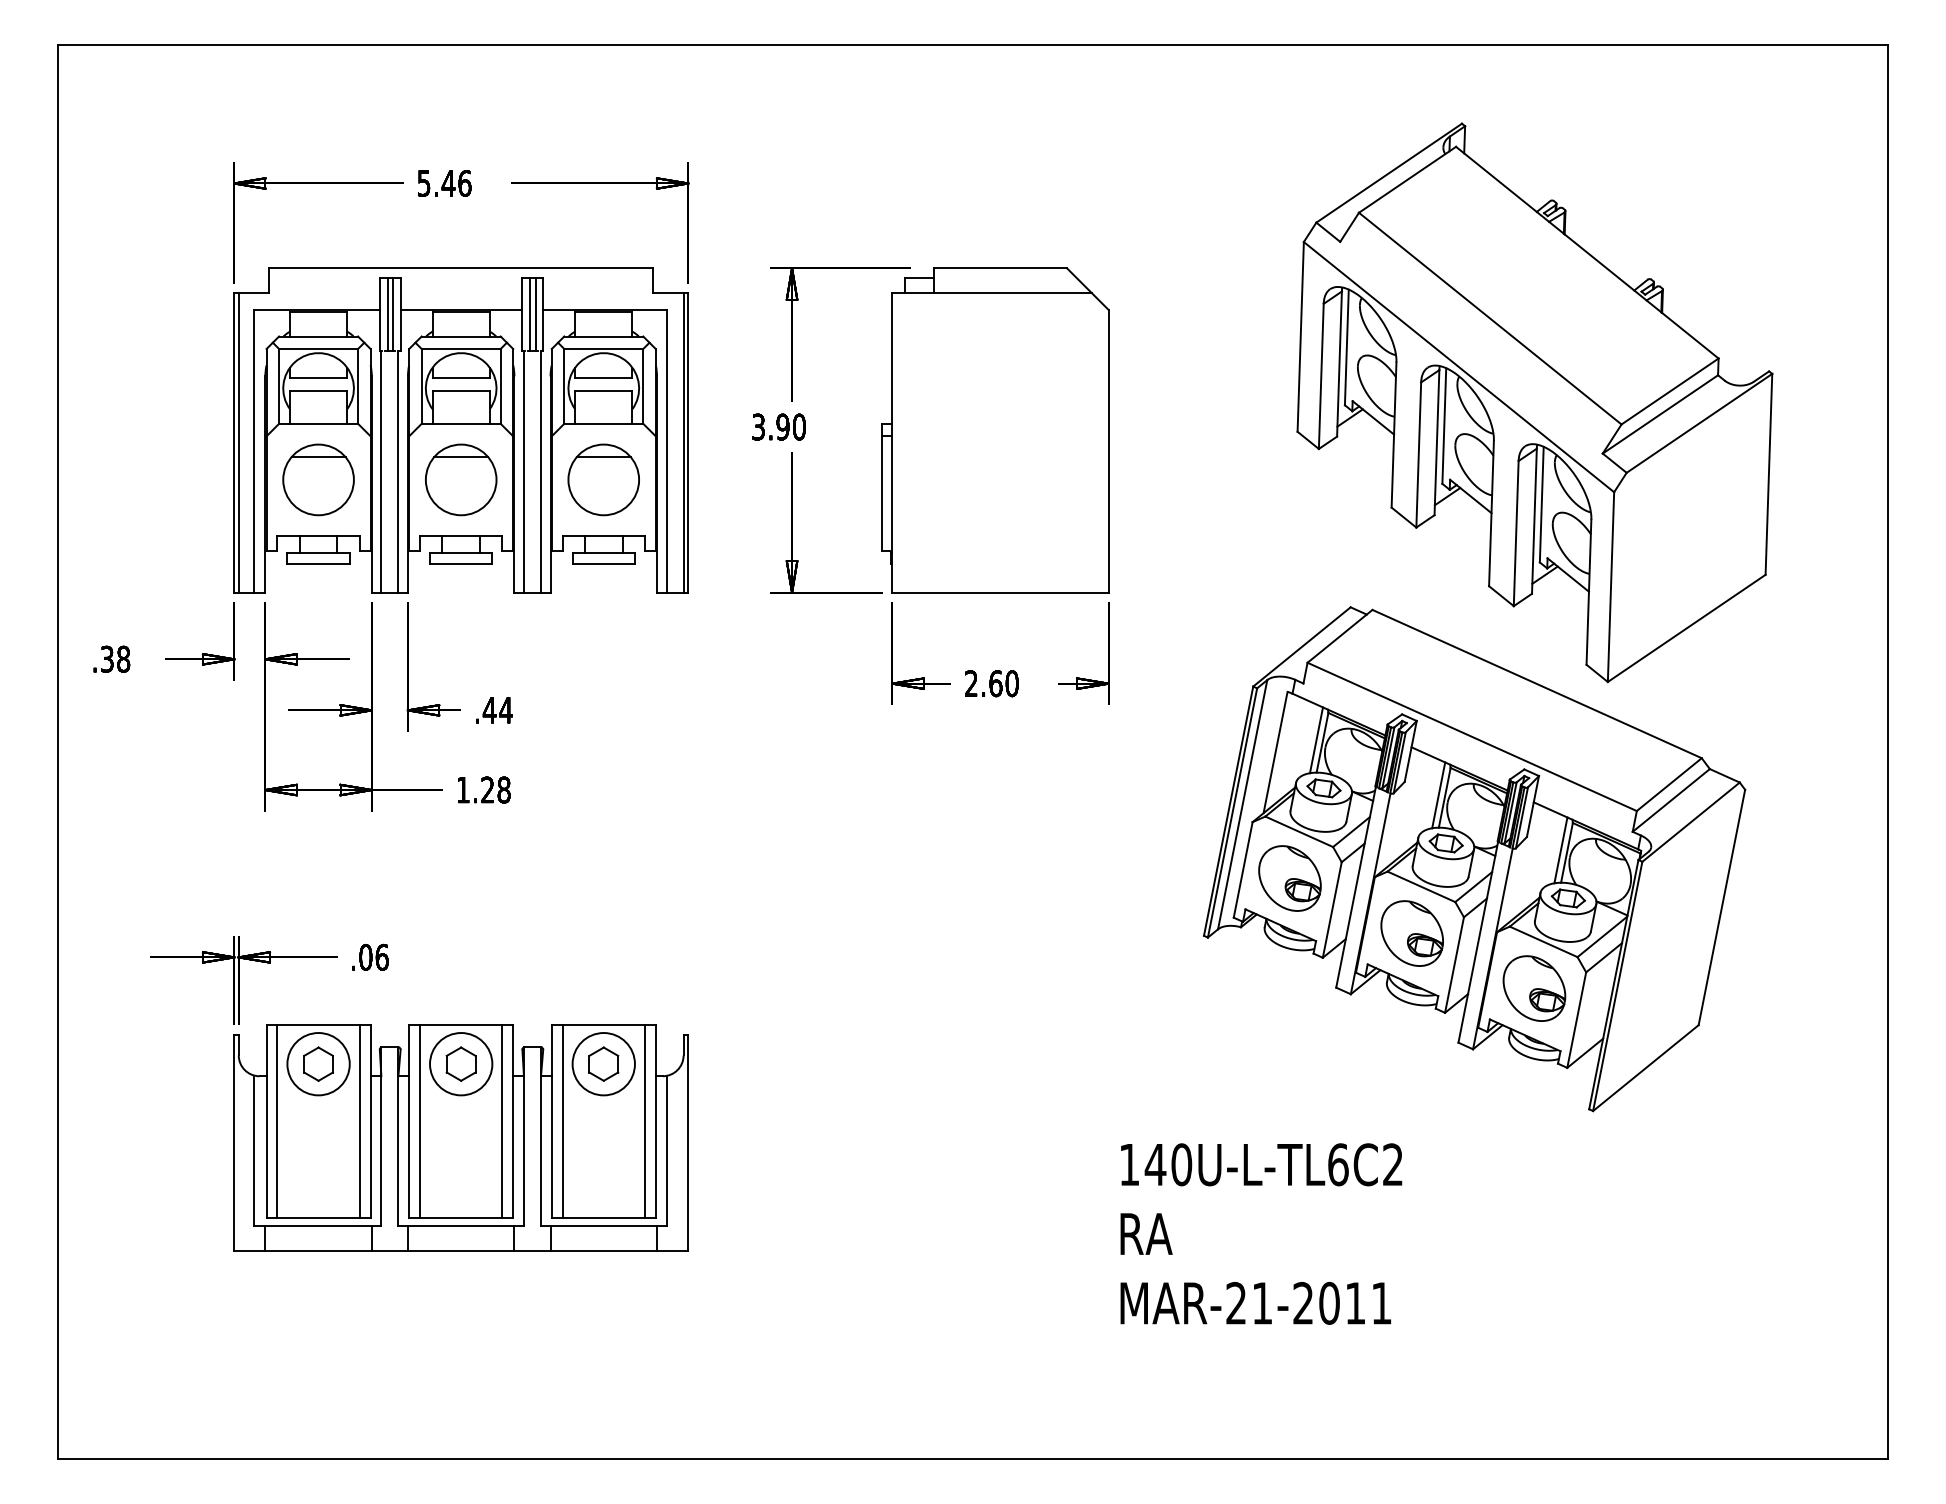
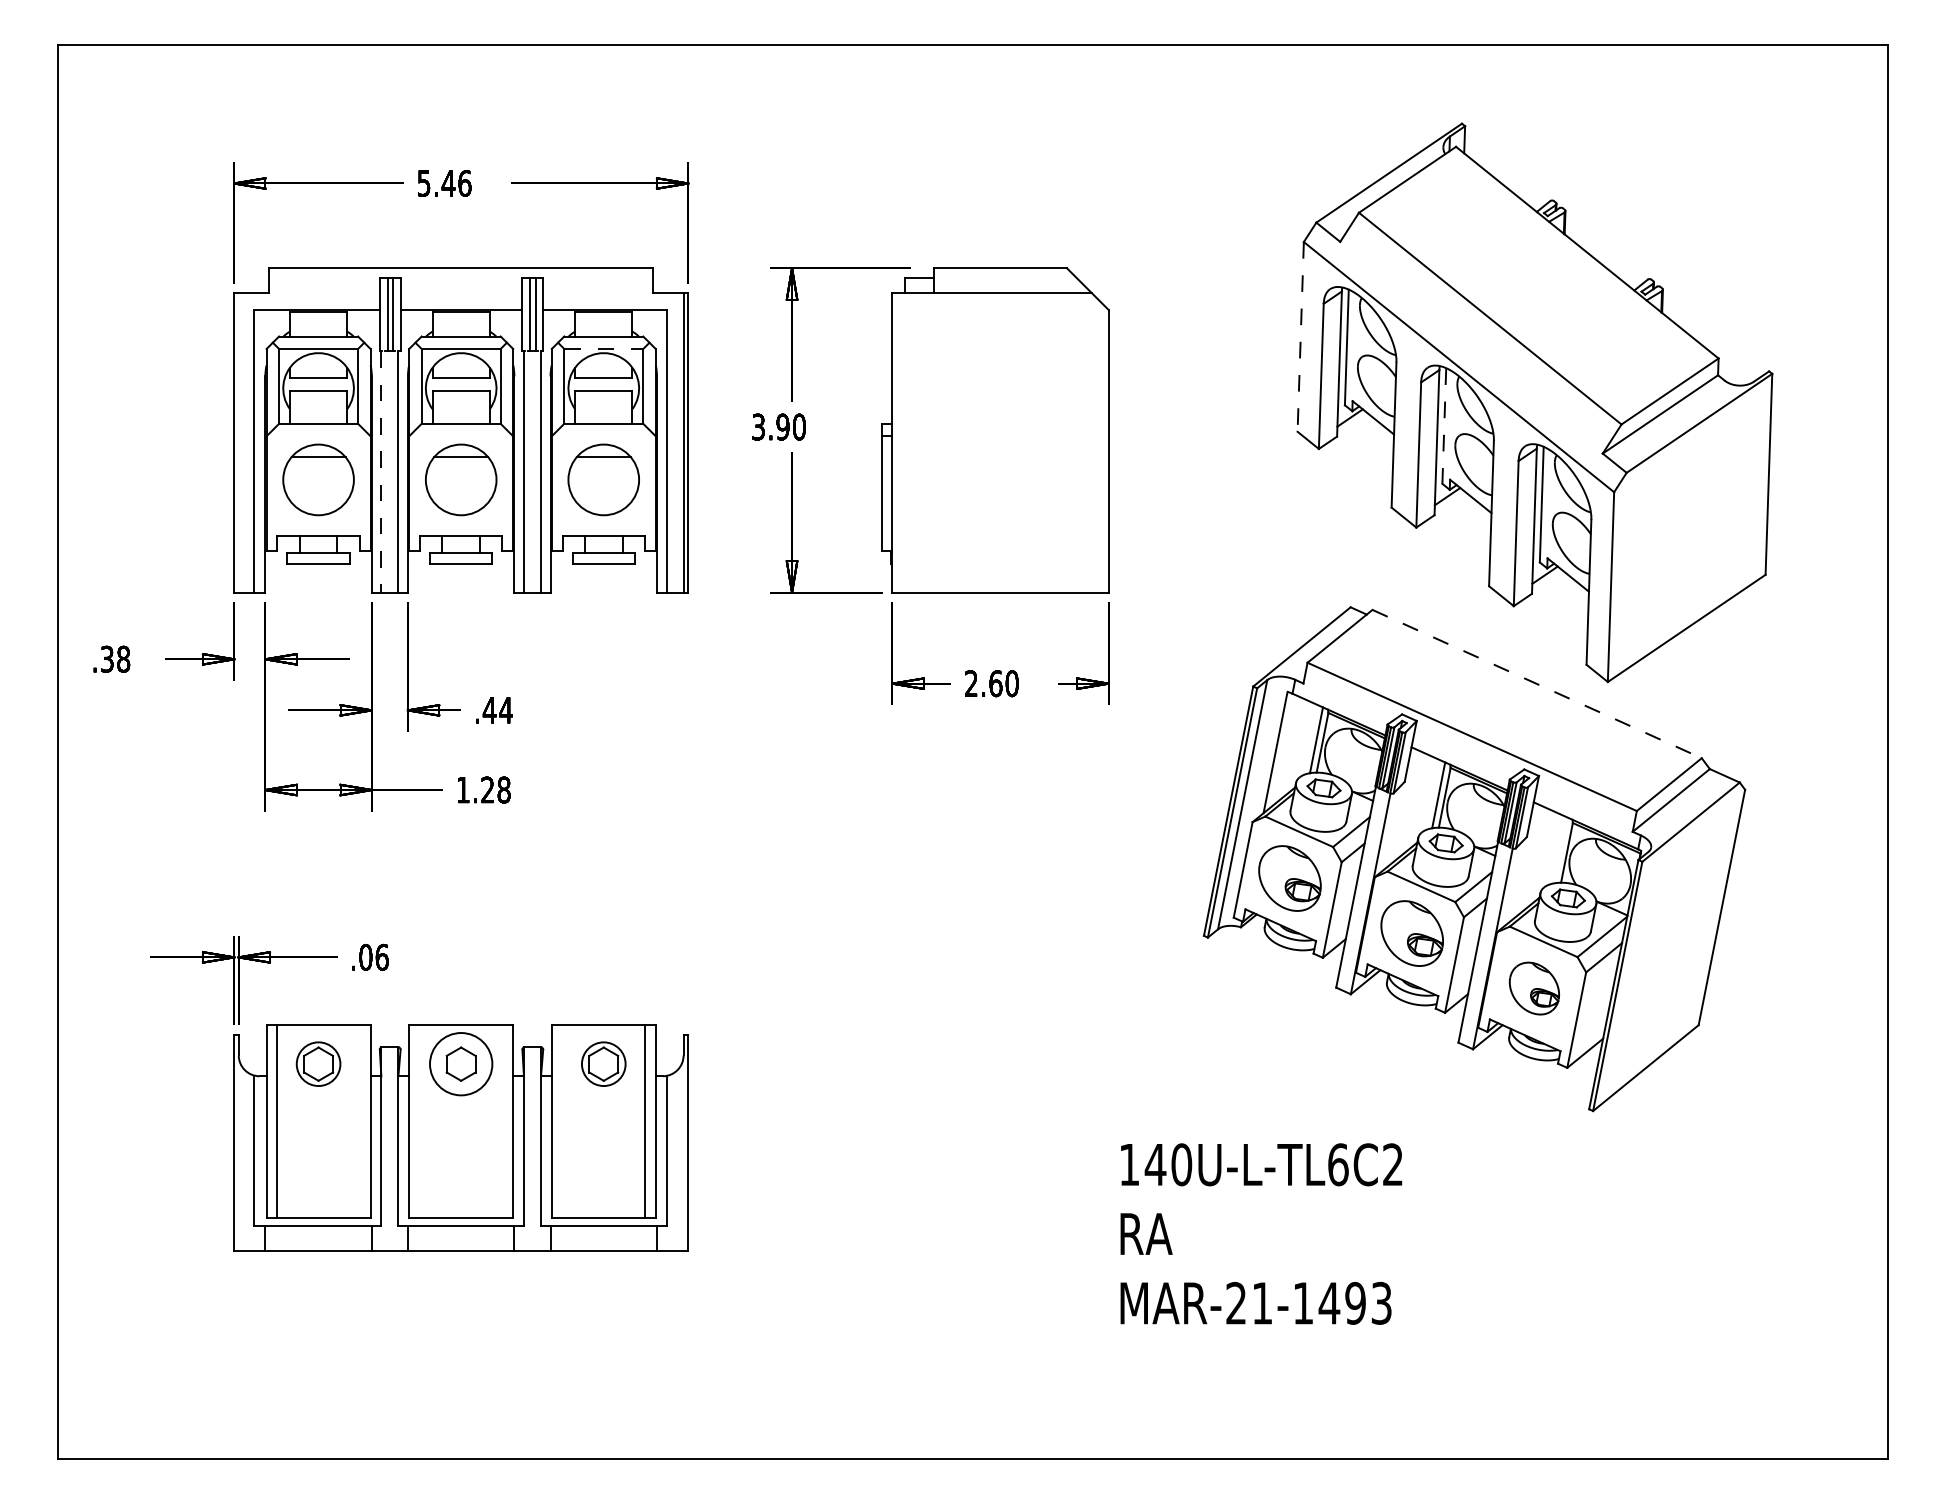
line at (1300, 336): solid -> dashed
line at (604, 348): solid -> dashed
line at (1444, 426): solid -> dashed
line at (238, 442): present -> none
line at (381, 472): solid -> dashed
line at (1537, 684): solid -> dashed
line at (1560, 850): present -> none
part at (1534, 988) size: 65x67 px -> 52x55 px
circle at (318, 1064) diameter: 62 px -> 44 px
circle at (603, 1064) diameter: 62 px -> 44 px
line at (359, 1120): present -> none
line at (420, 1120): present -> none
line at (502, 1120): present -> none
line at (562, 1120): present -> none
text at (1342, 1302): MAR-21-2011 -> MAR-21-1493
